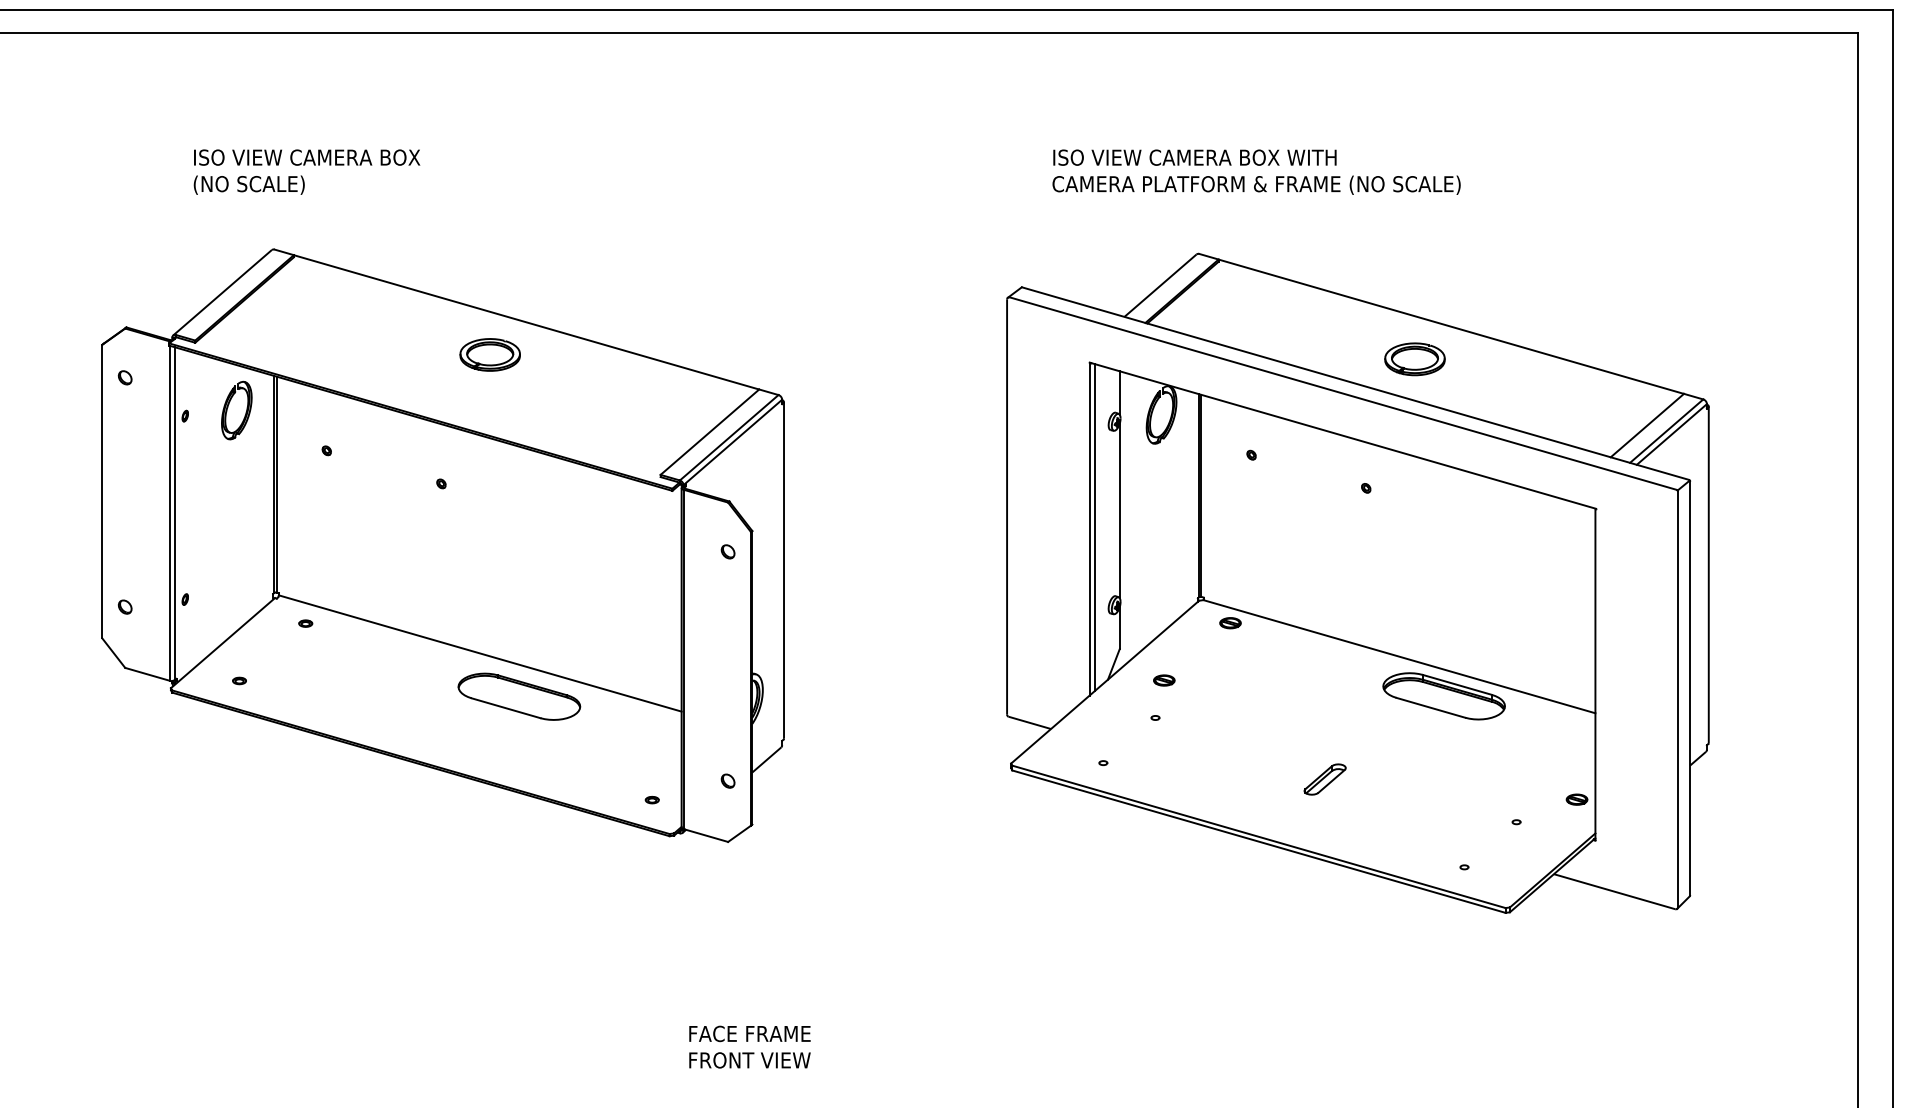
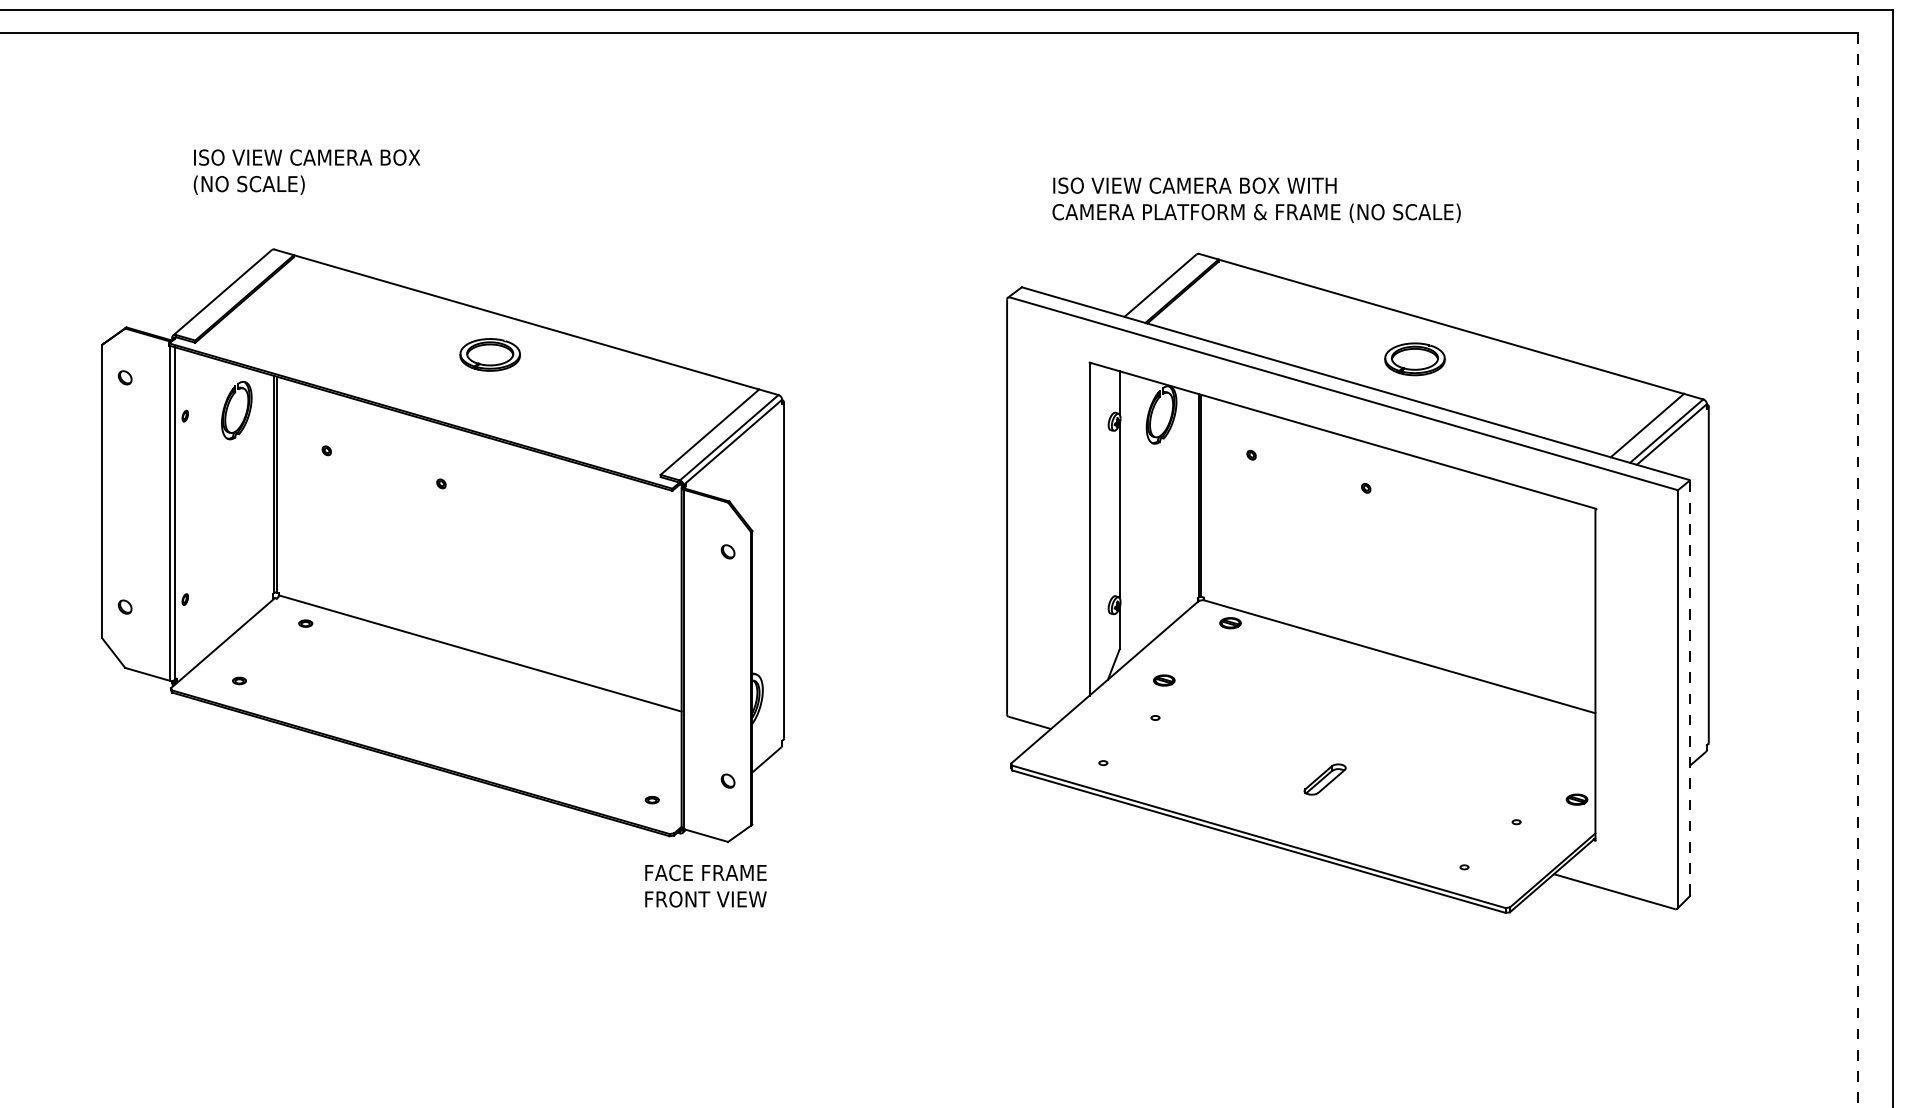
text at (1256, 171) position: (1256, 171) -> (1256, 199)
line at (1095, 527): present -> none
line at (1857, 571): solid -> dashed
line at (1690, 688): solid -> dashed
part at (519, 696): present -> none
part at (1443, 696): present -> none
text at (749, 1046) position: (749, 1046) -> (705, 885)
